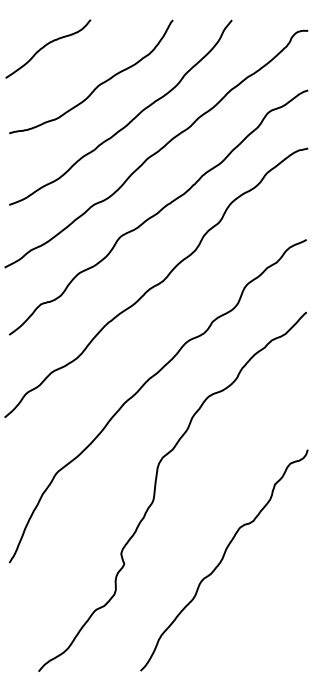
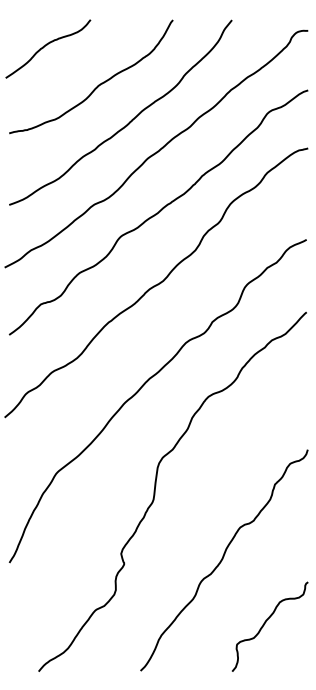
curve at (266, 622): none -> present
